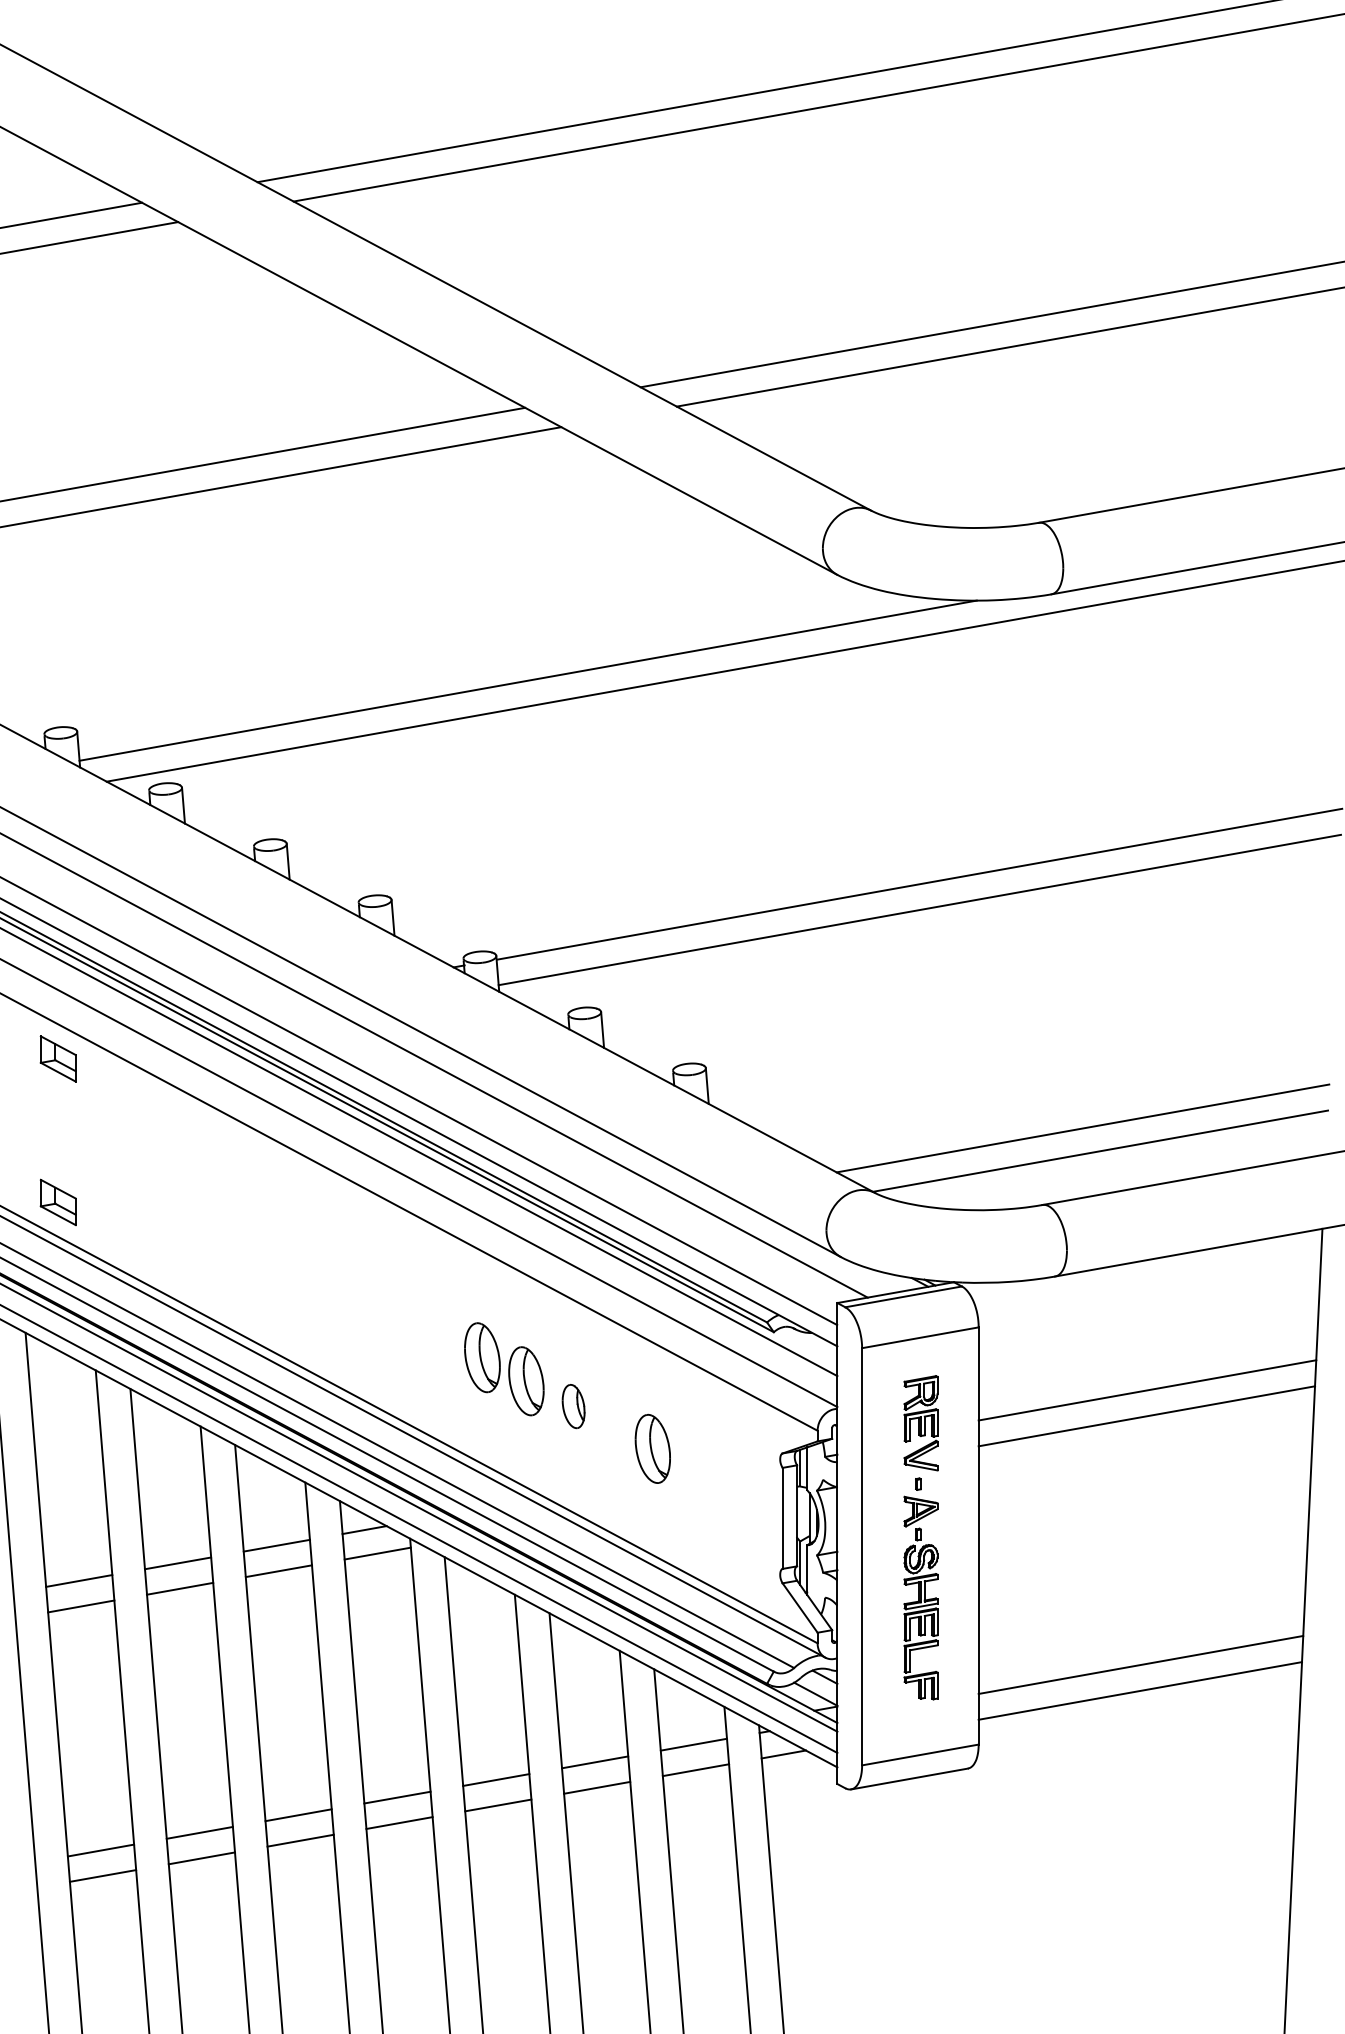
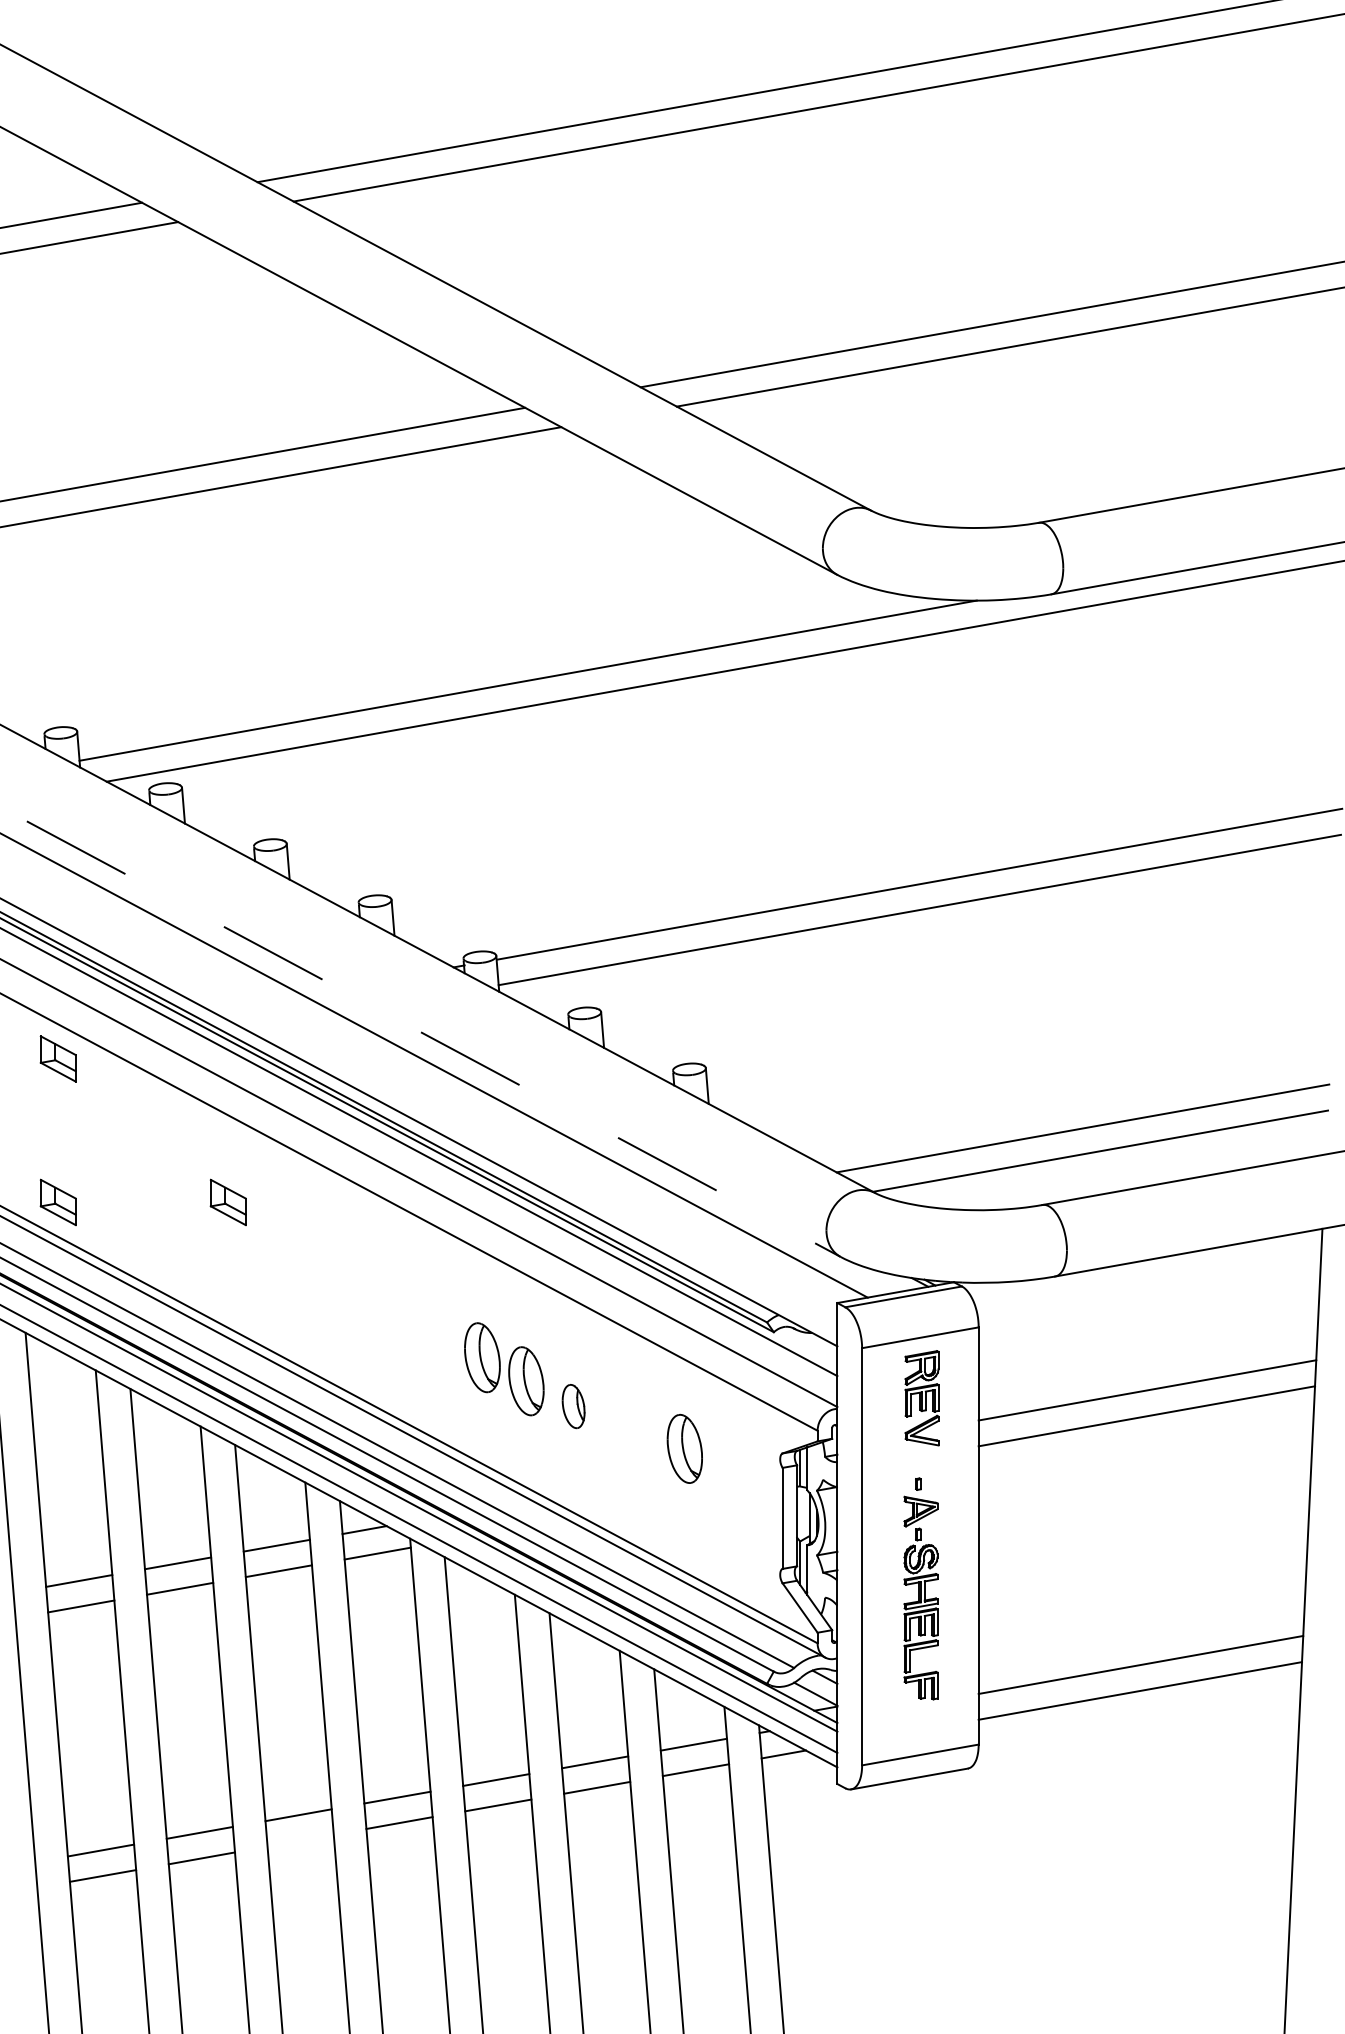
line at (421, 1032): solid -> dashed
line at (419, 1101): present -> none
part at (227, 1201): none -> present
part at (920, 1423) position: (920, 1423) -> (921, 1398)
part at (652, 1448) position: (652, 1448) -> (684, 1448)
line at (300, 1840): present -> none
